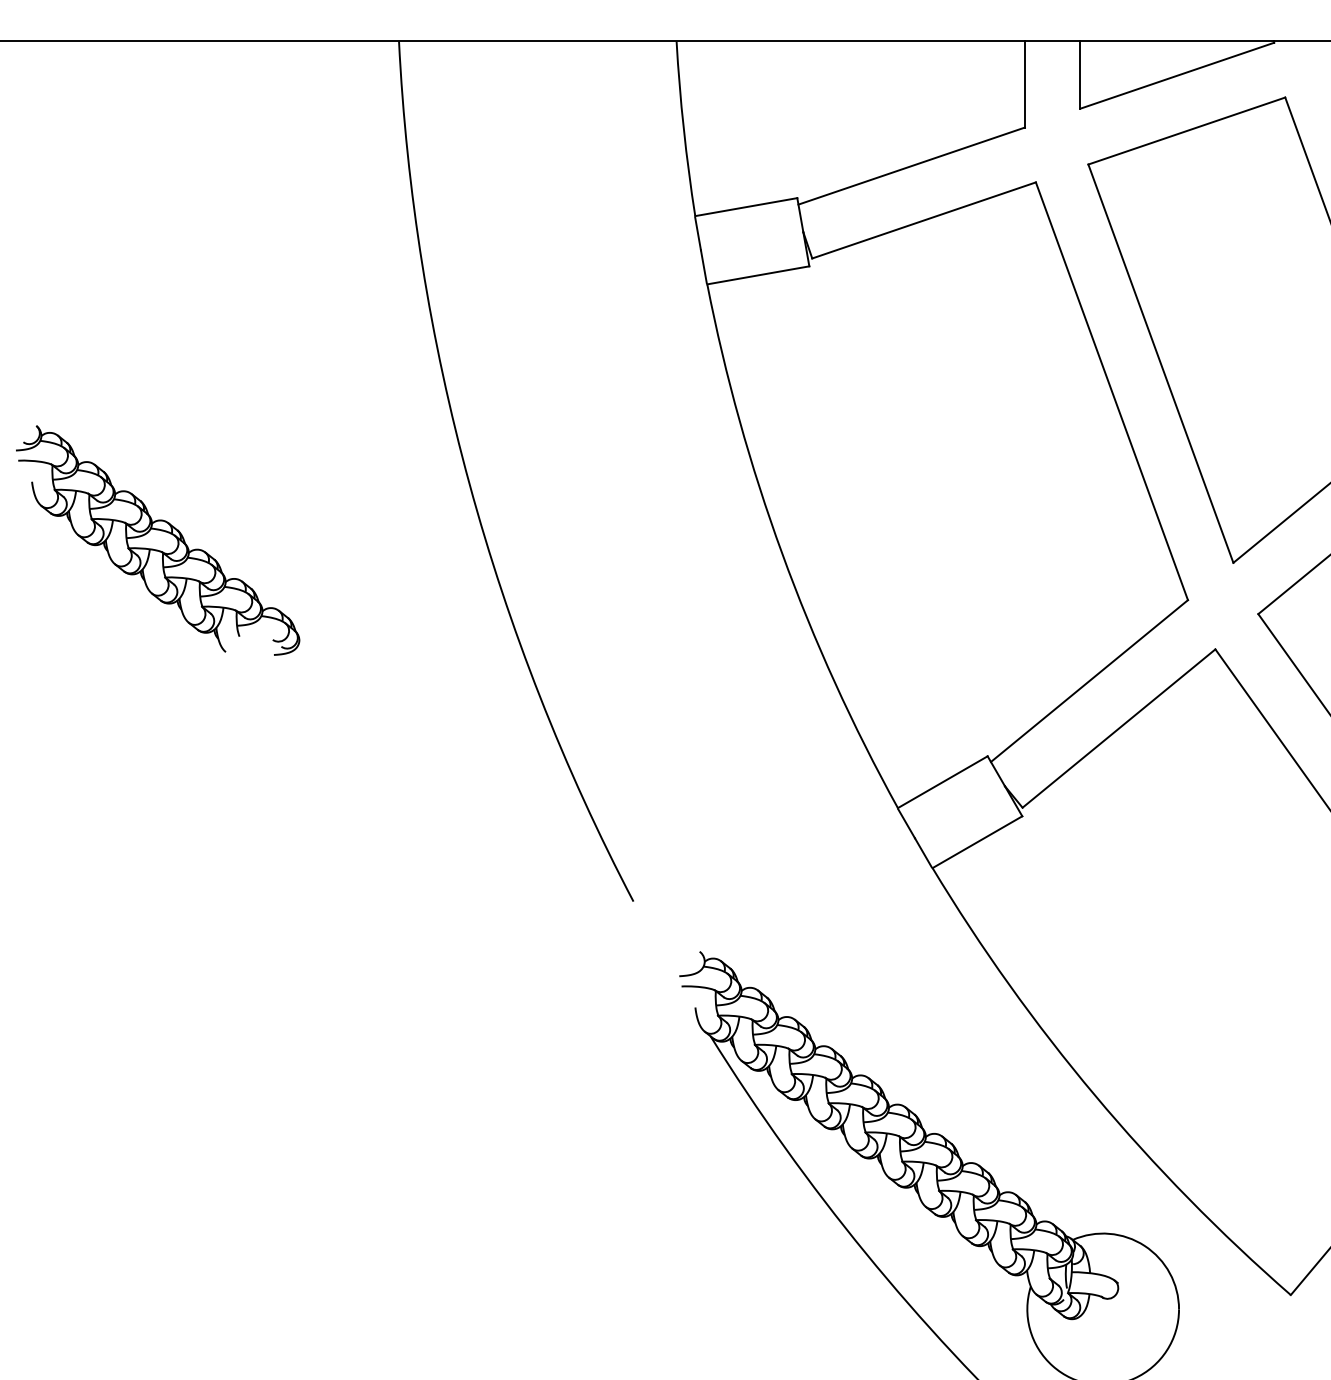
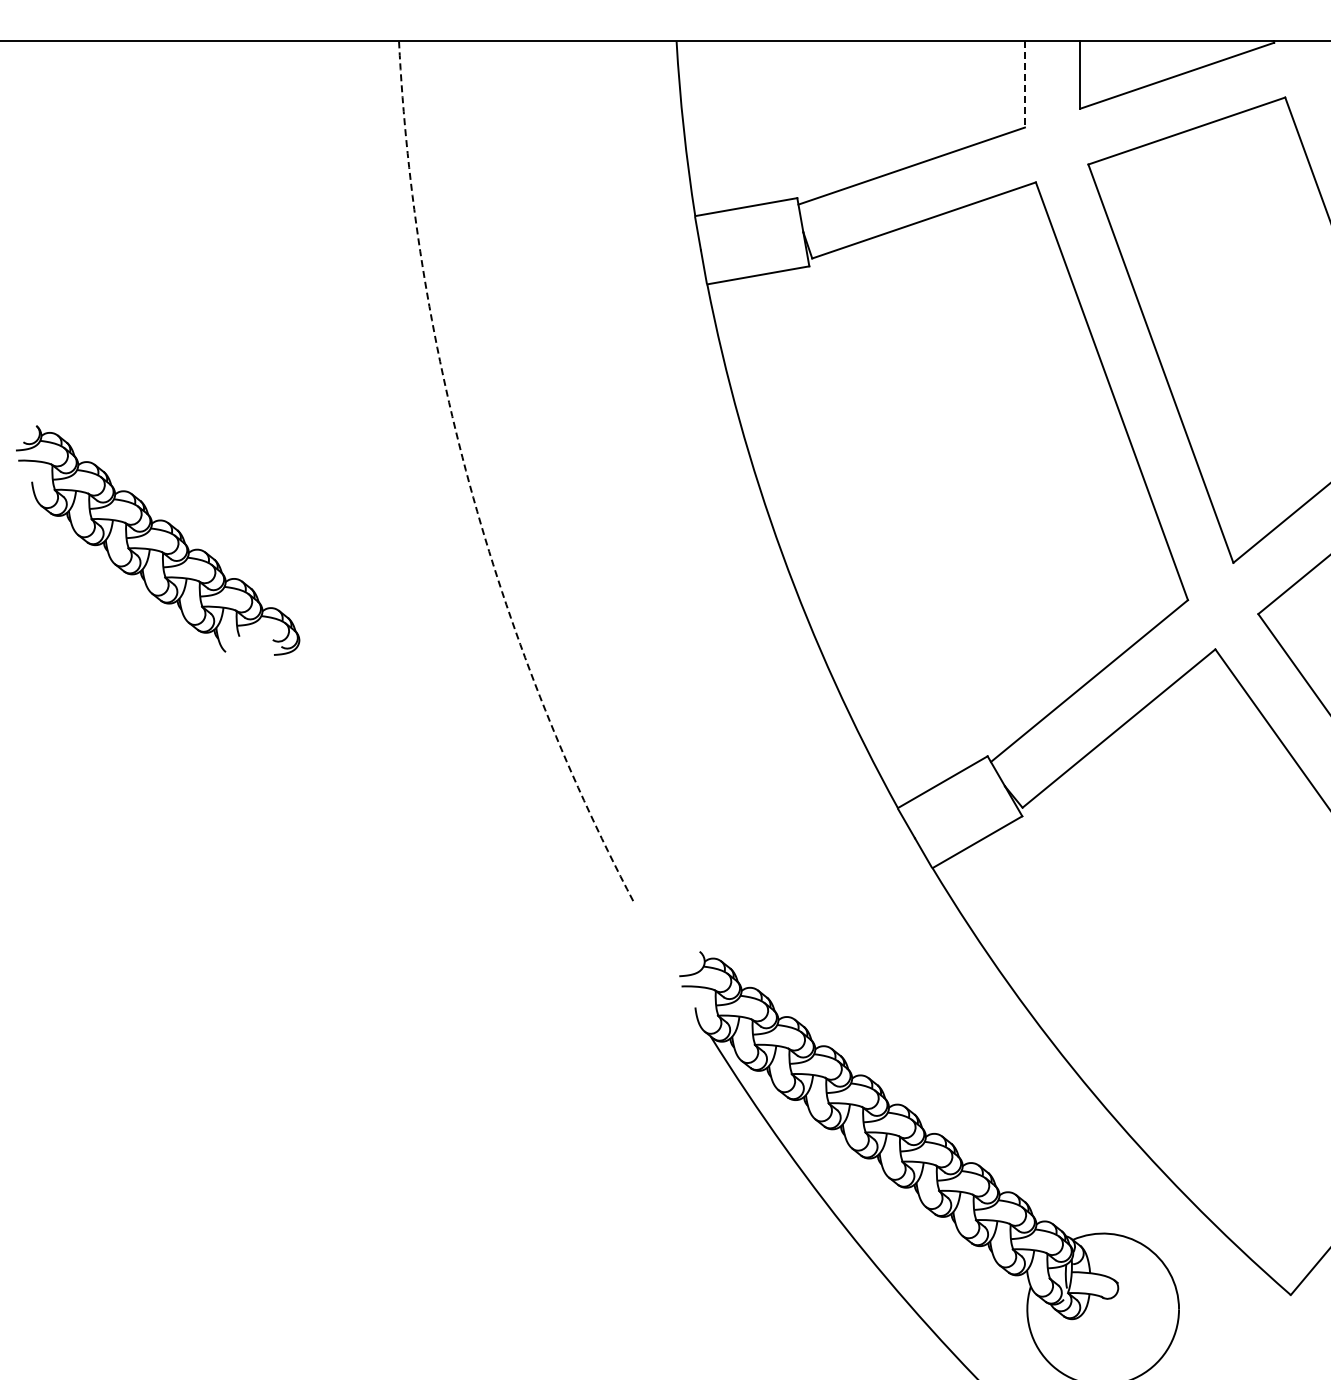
line at (1024, 84): solid -> dashed
arc at (469, 484): solid -> dashed
